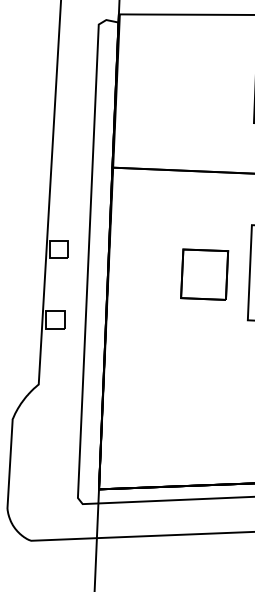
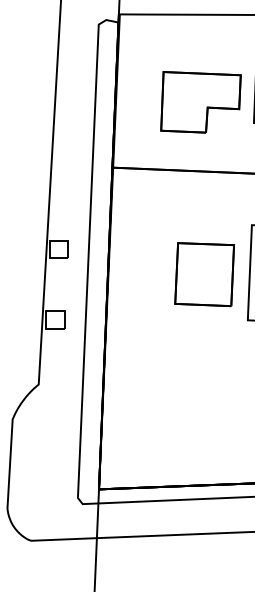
part at (200, 102): none -> present
part at (204, 274) size: 50x53 px -> 61x66 px
